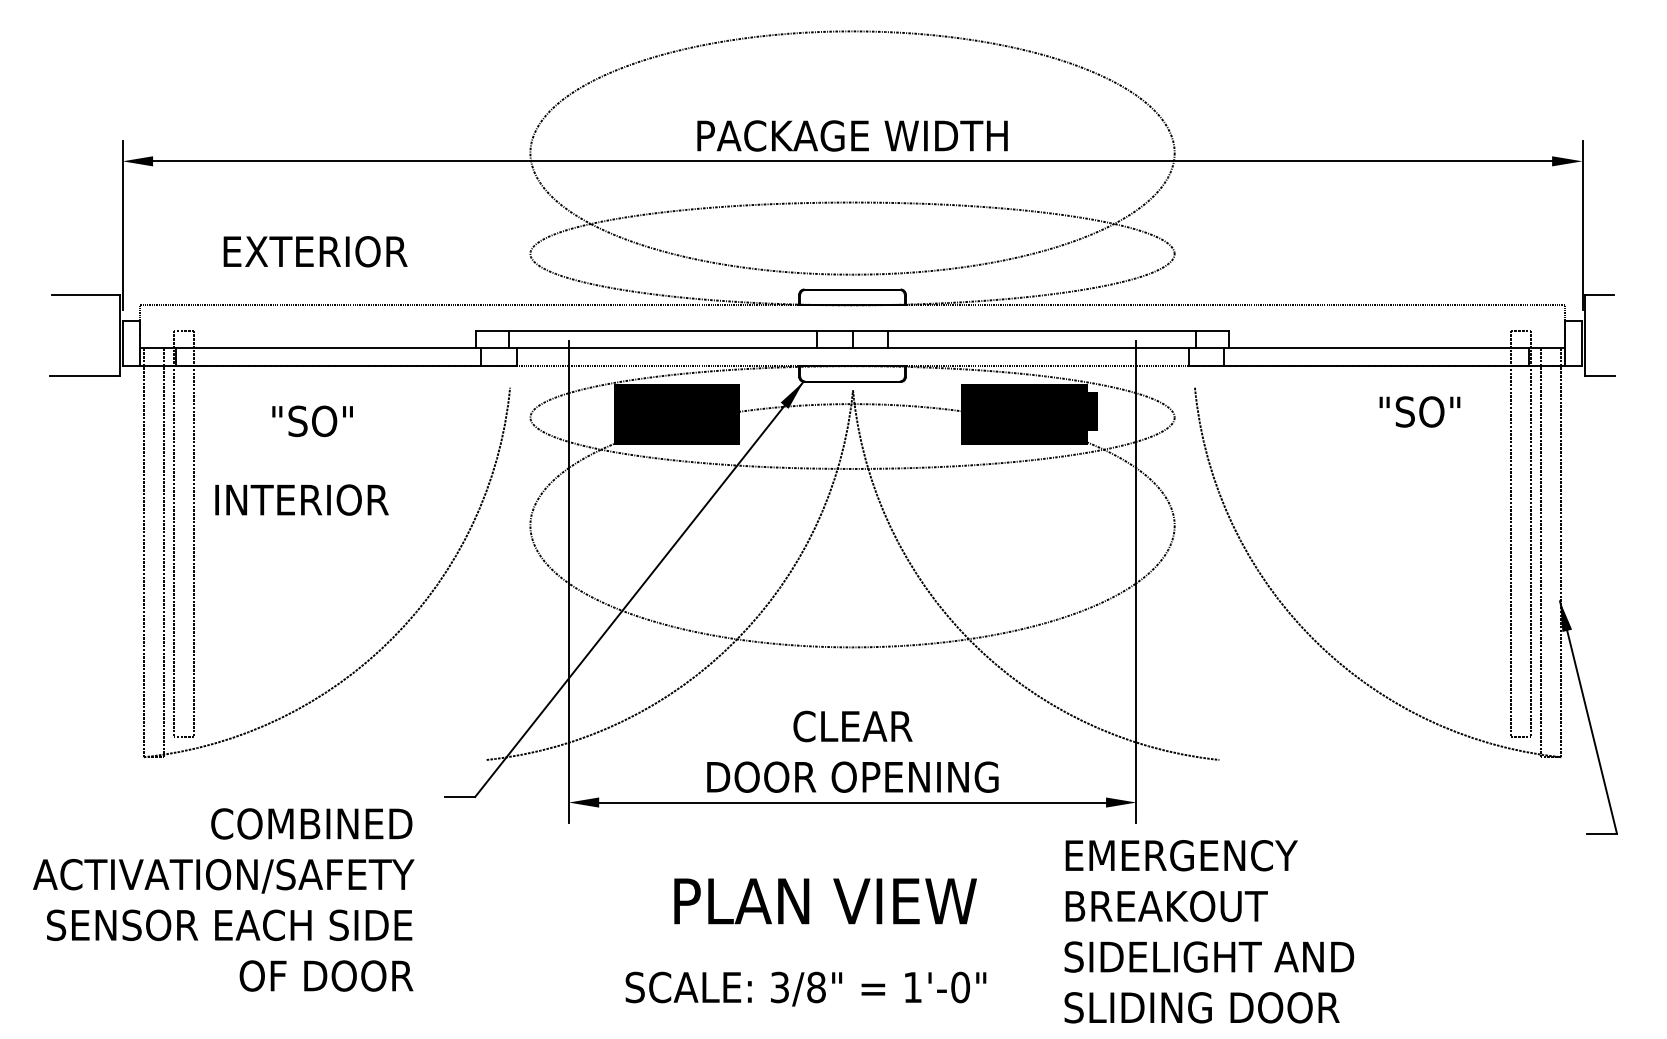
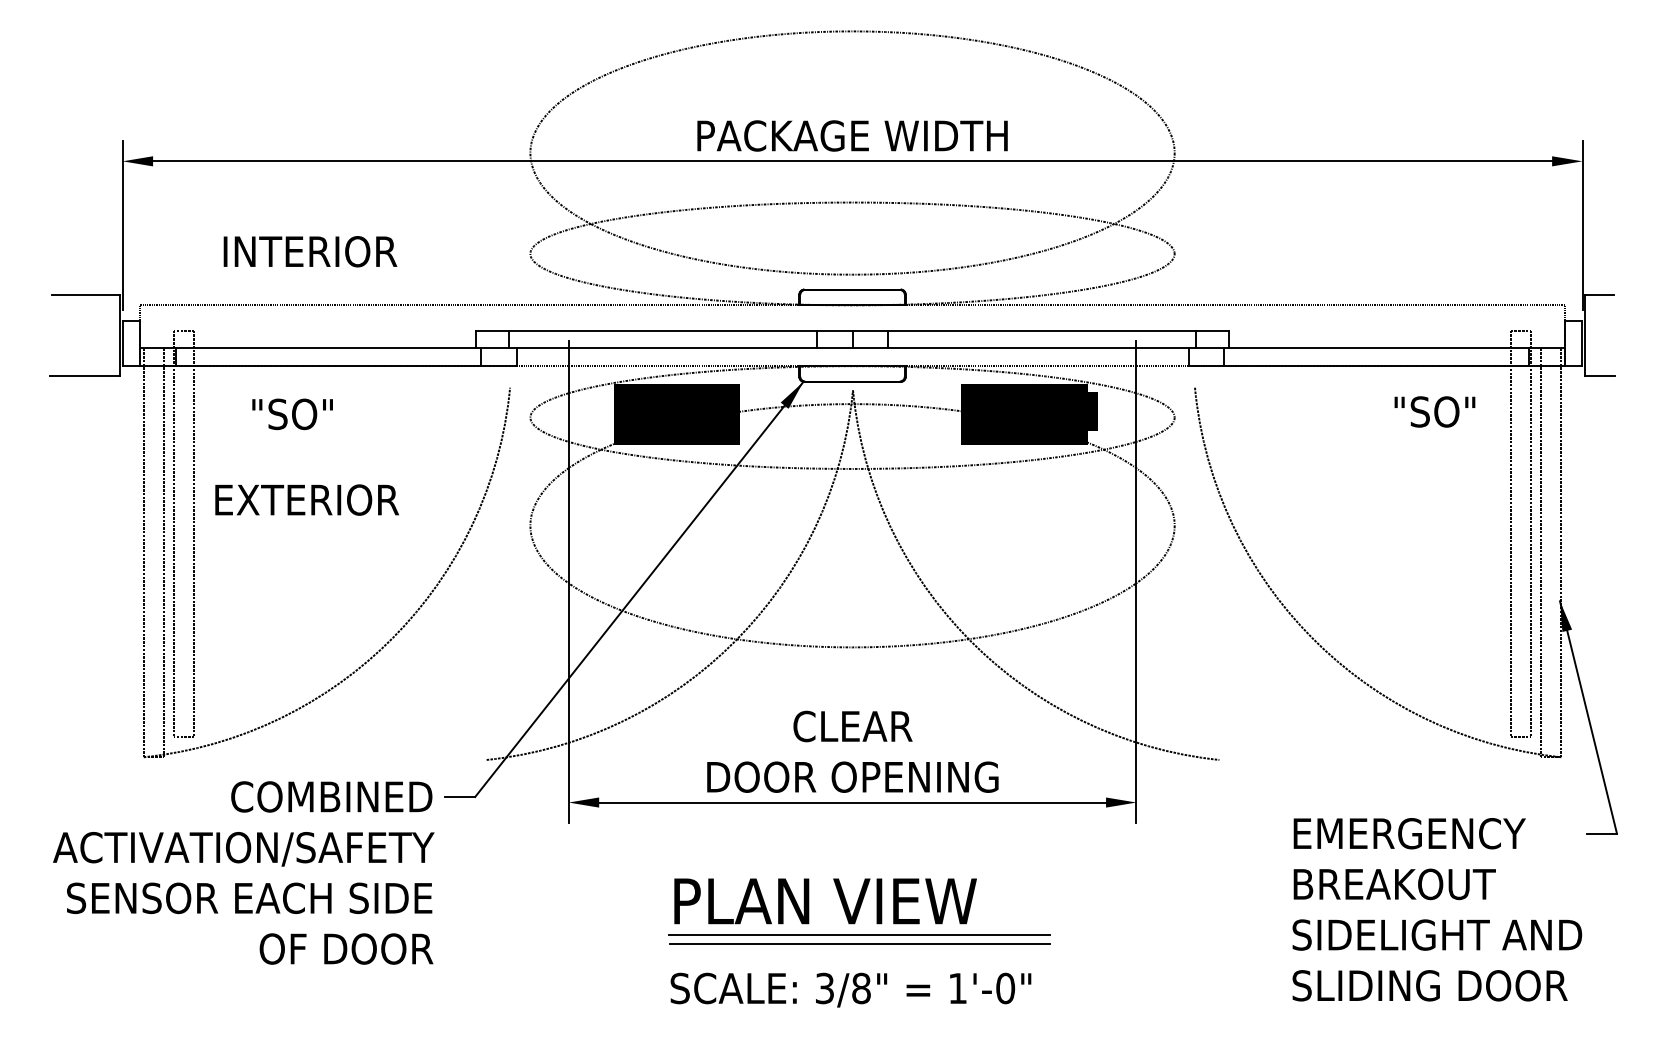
text at (317, 251): EXTERIOR -> INTERIOR
text at (1419, 411) position: (1419, 411) -> (1434, 411)
text at (312, 421) position: (312, 421) -> (292, 414)
text at (308, 499): INTERIOR -> EXTERIOR
text at (223, 899) position: (223, 899) -> (243, 872)
text at (1209, 931) position: (1209, 931) -> (1437, 909)
line at (859, 935): none -> present
line at (859, 944): none -> present
text at (805, 988) position: (805, 988) -> (850, 989)
